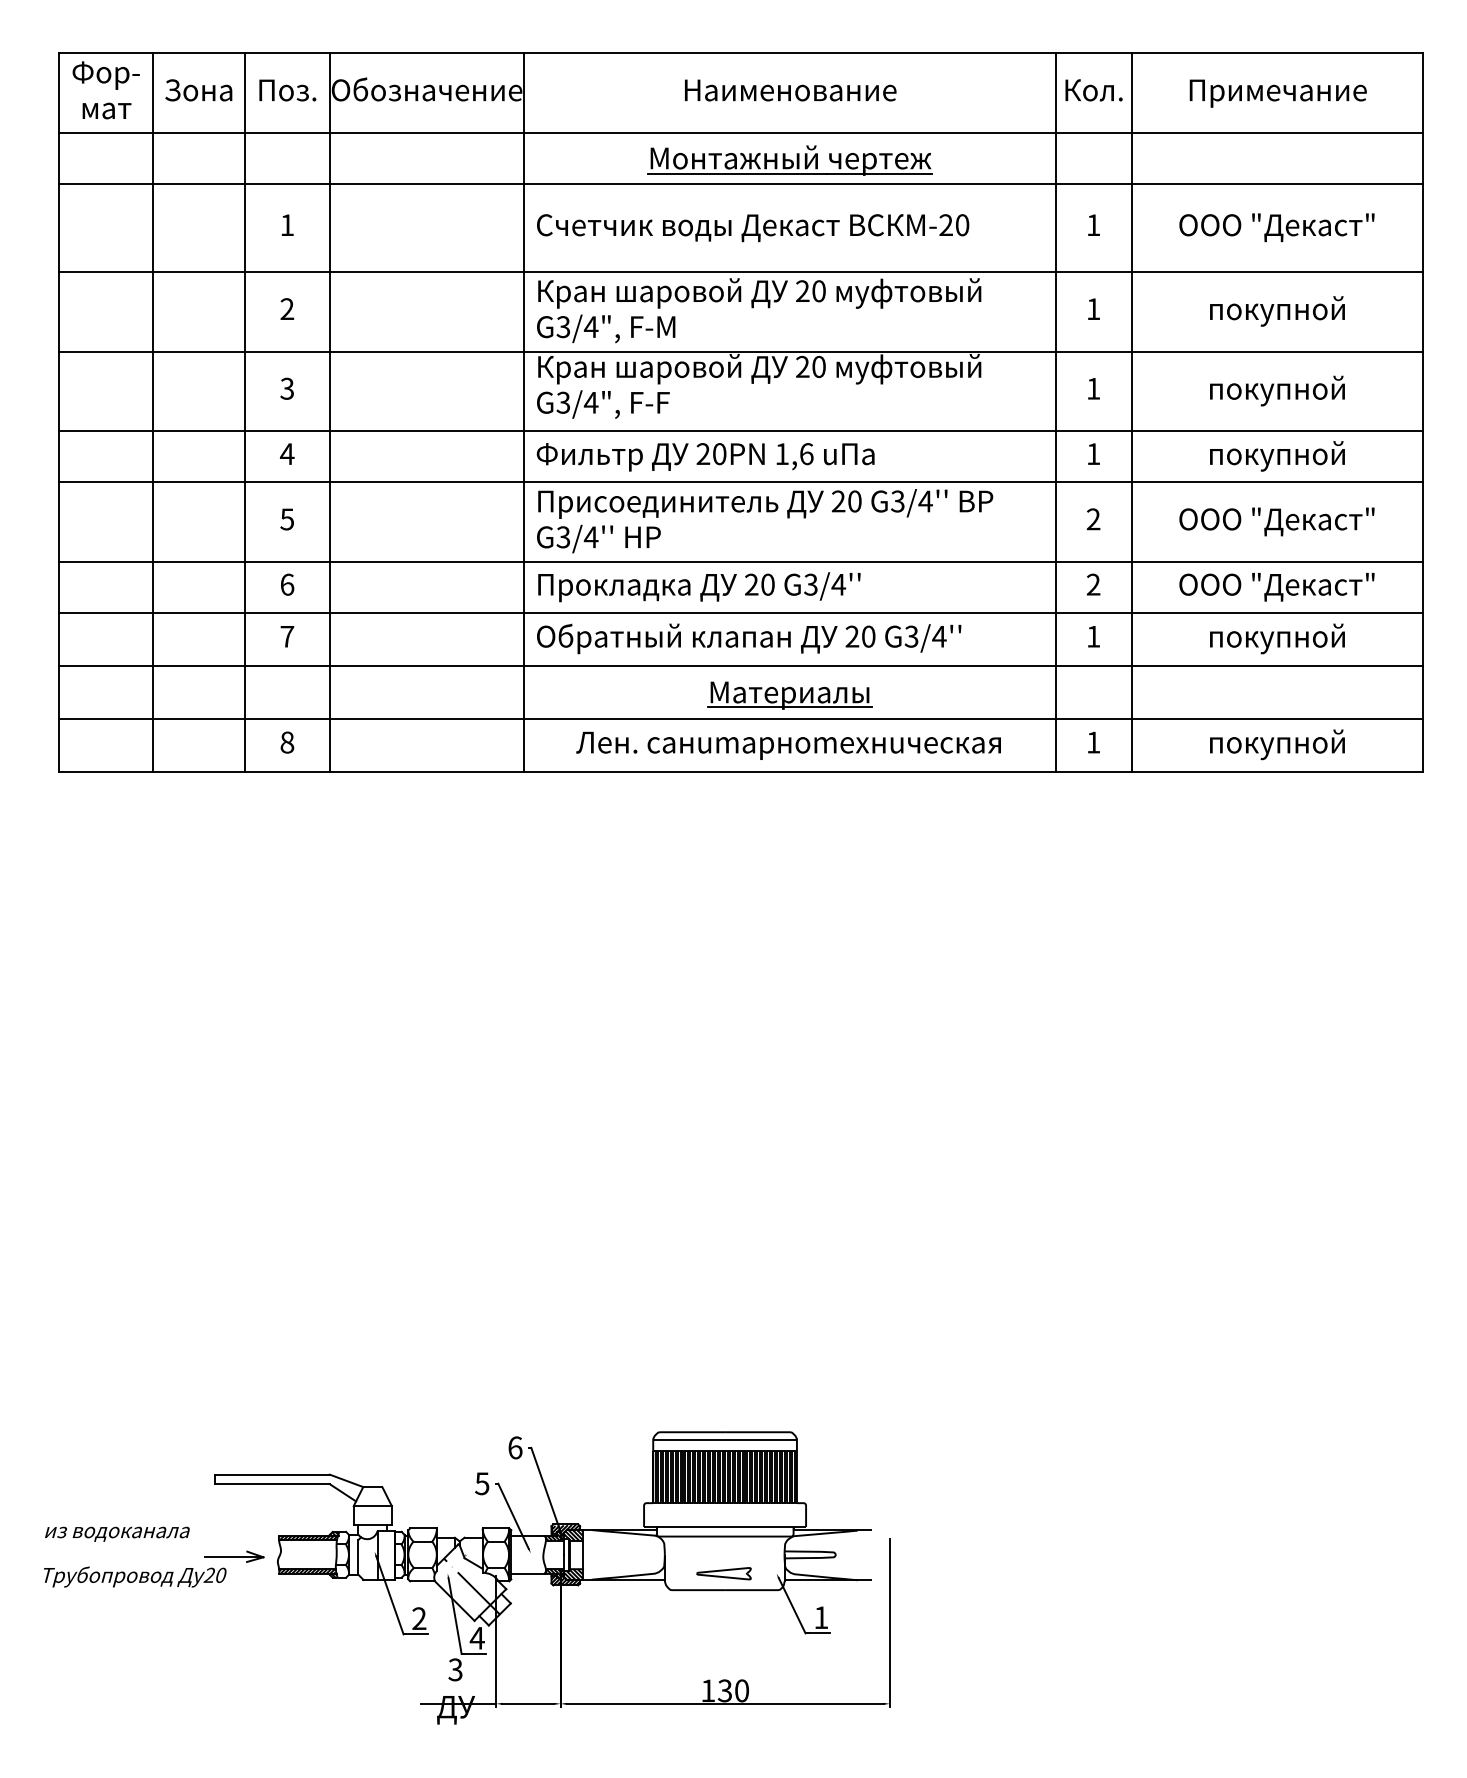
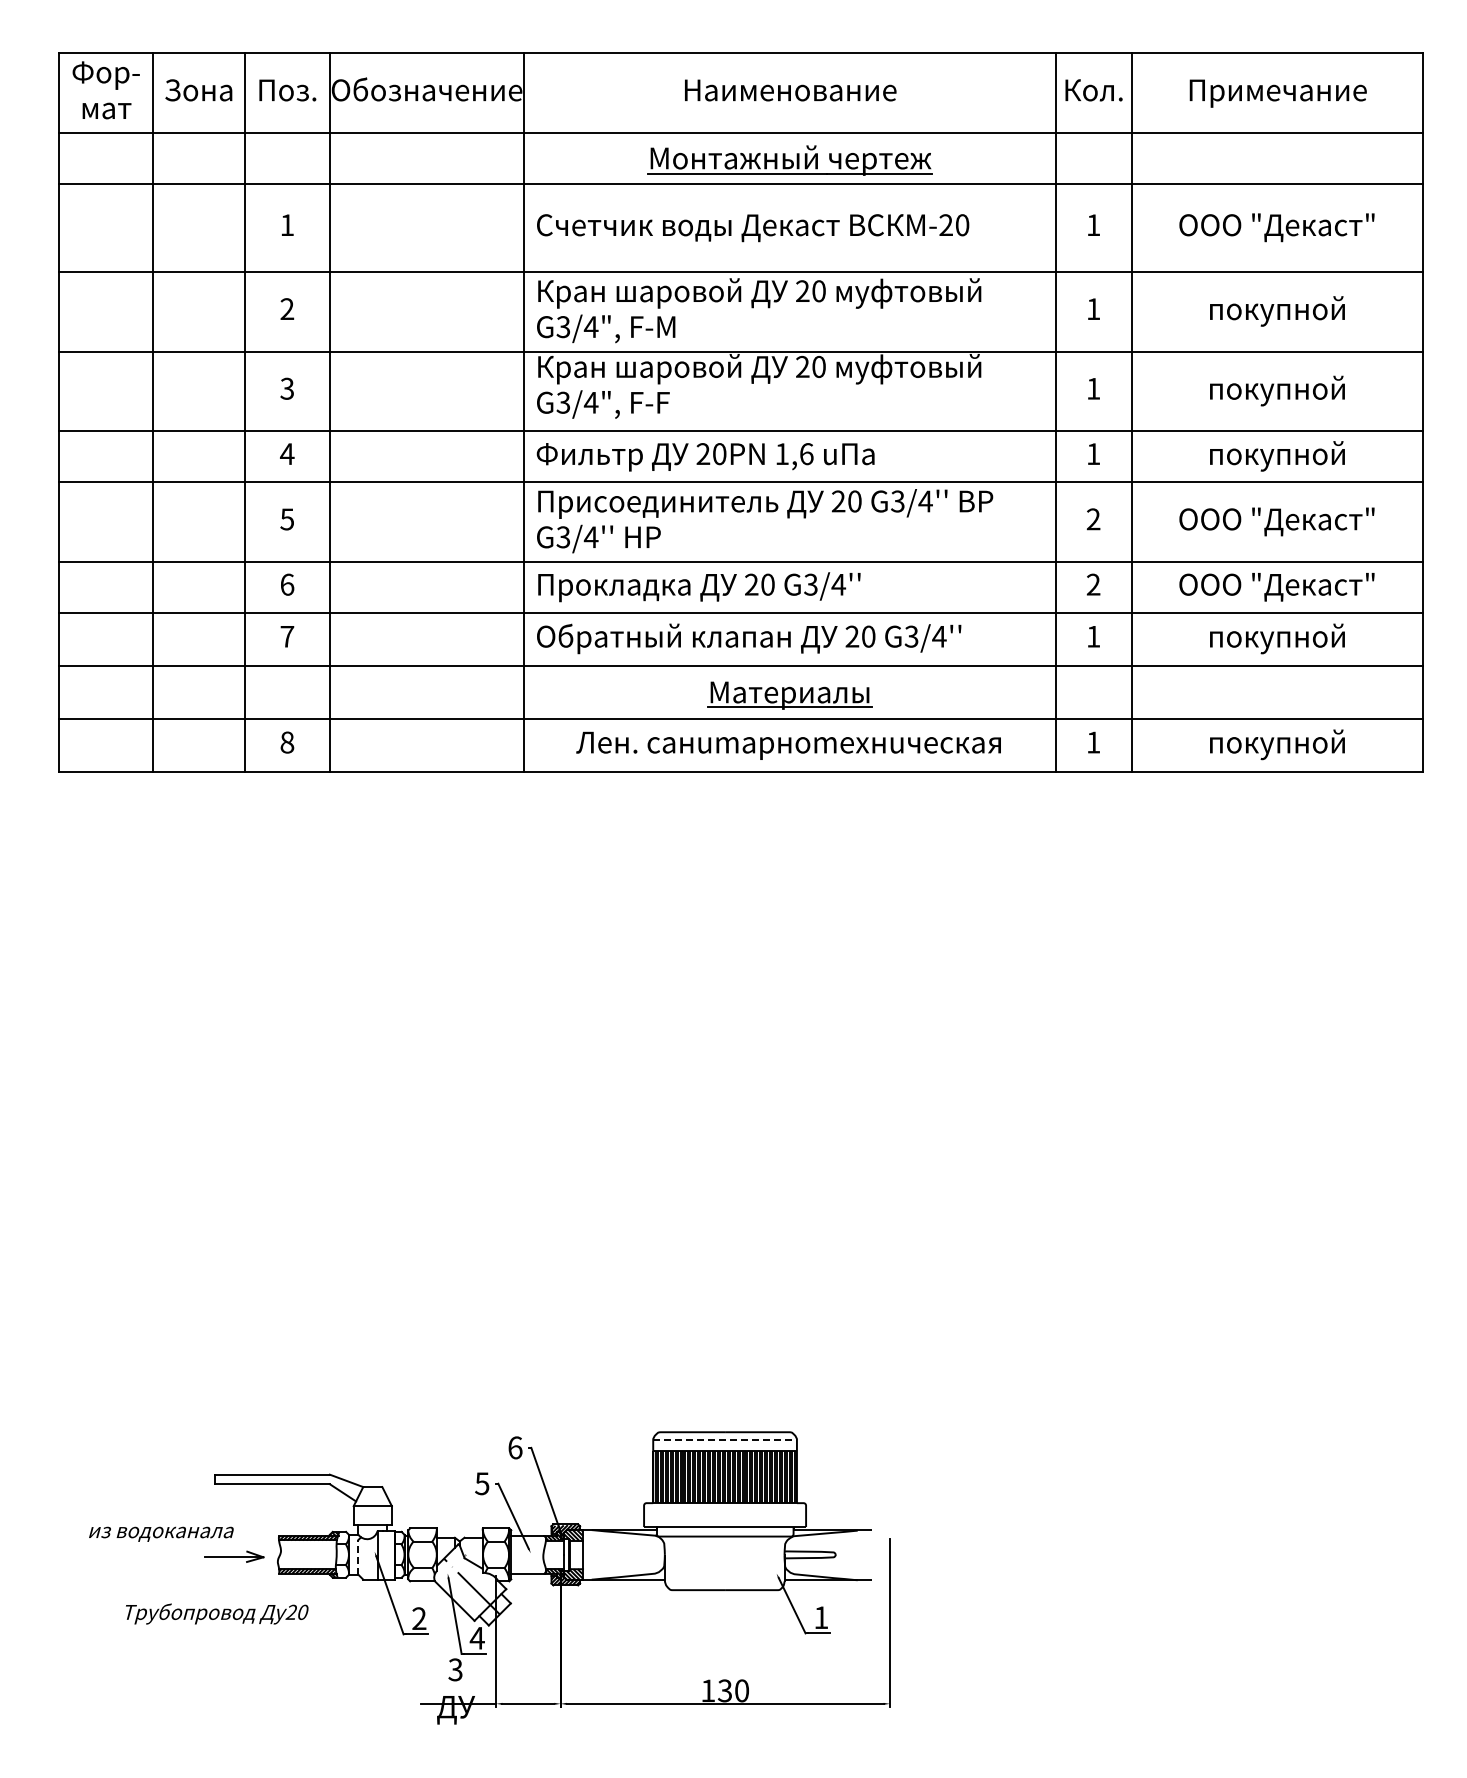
line at (725, 1439): solid -> dashed
text at (117, 1533) position: (117, 1533) -> (161, 1533)
line at (358, 1556): solid -> dashed
part at (723, 1573): present -> none
text at (135, 1576) position: (135, 1576) -> (217, 1613)
